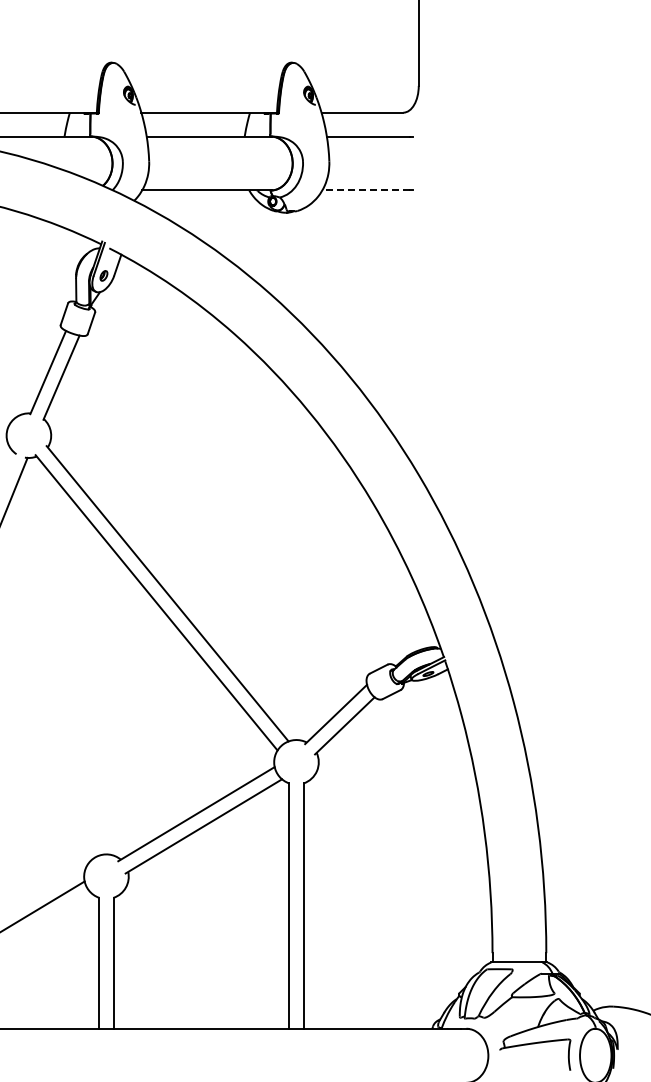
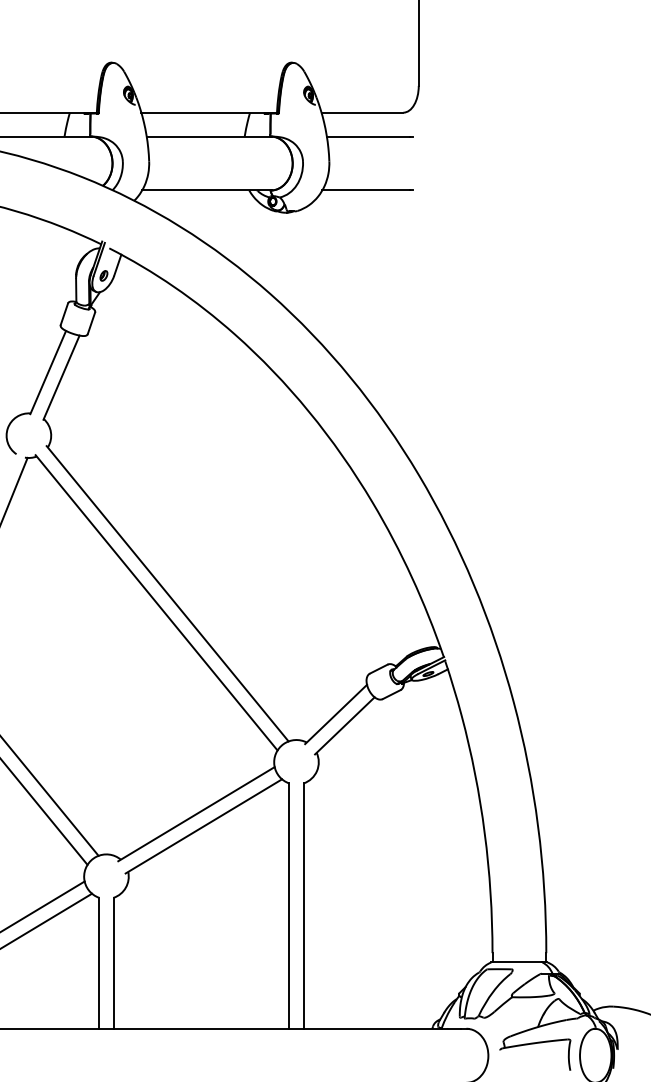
line at (365, 190): dashed -> solid
line at (50, 796): none -> present
line at (44, 812): none -> present
line at (47, 920): none -> present
